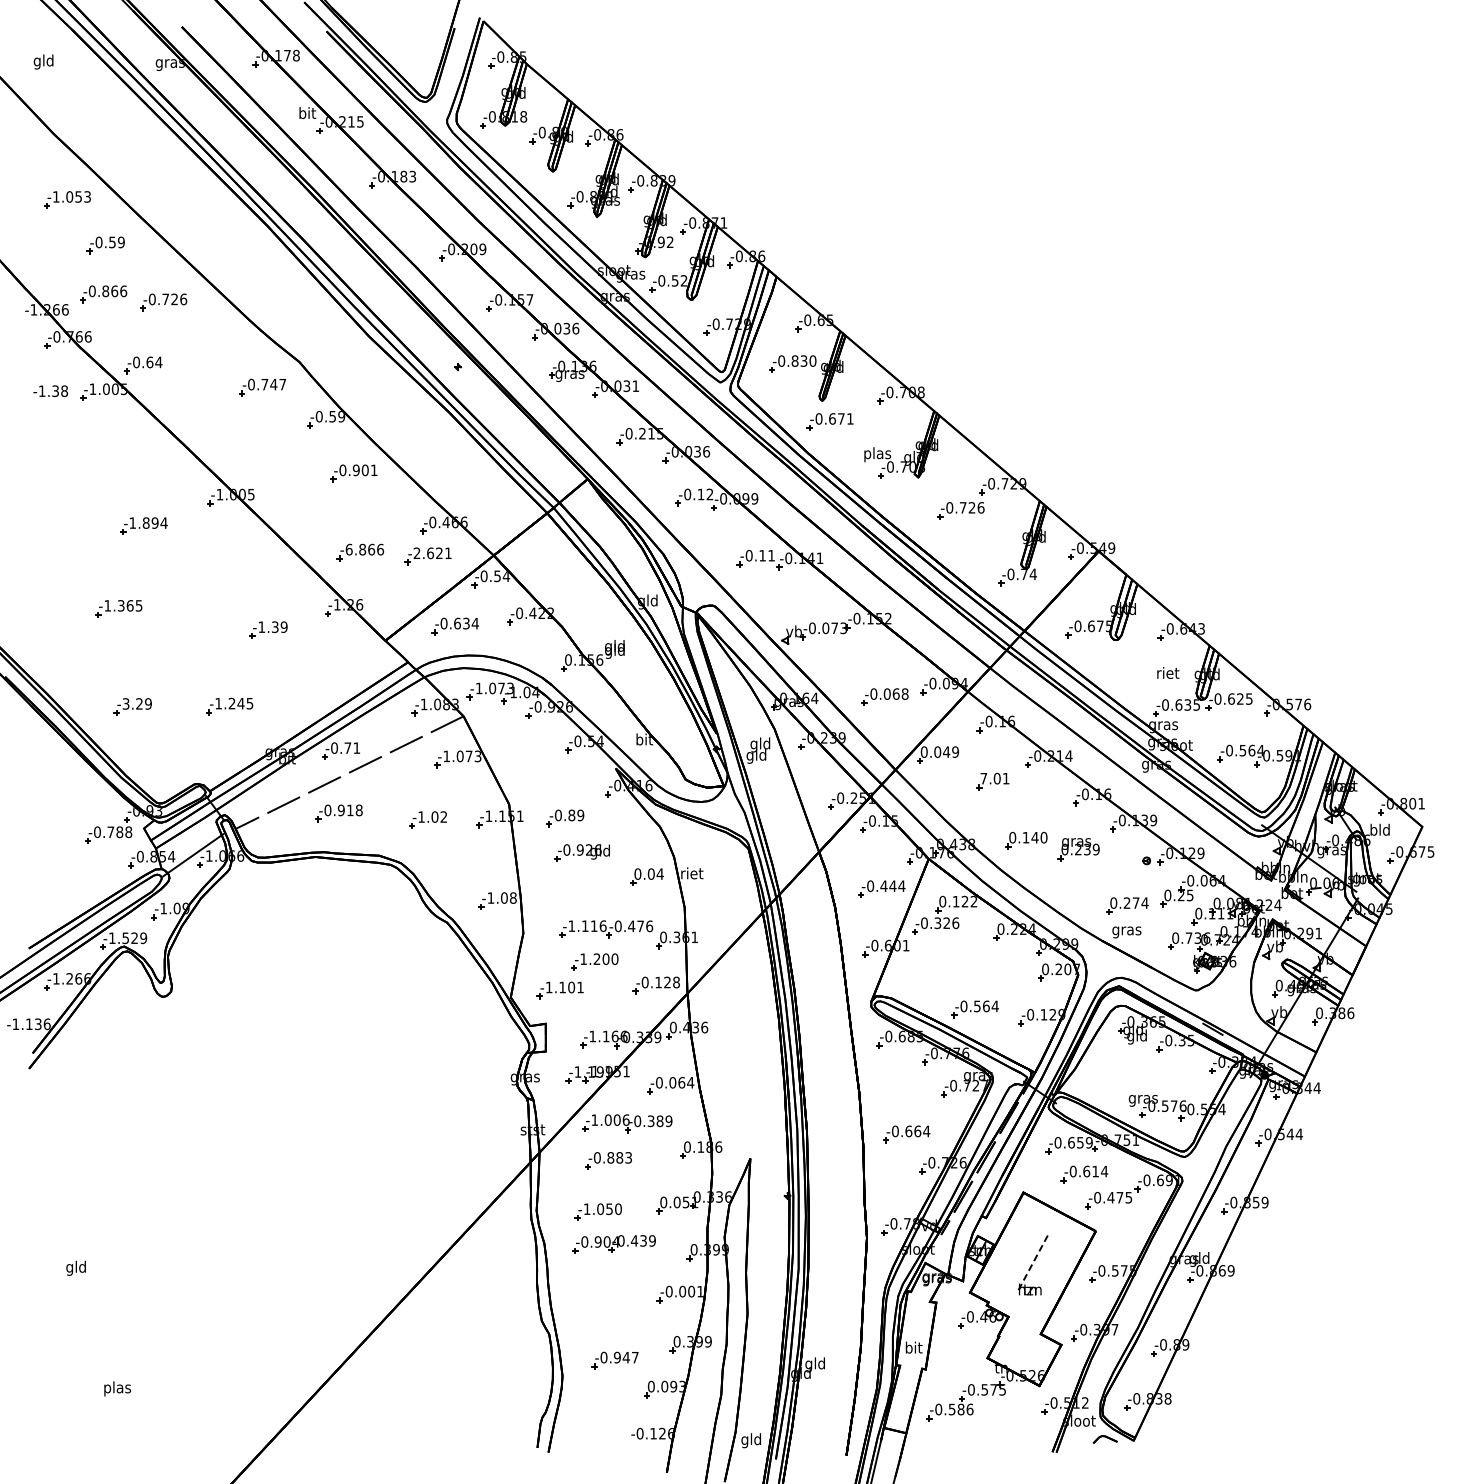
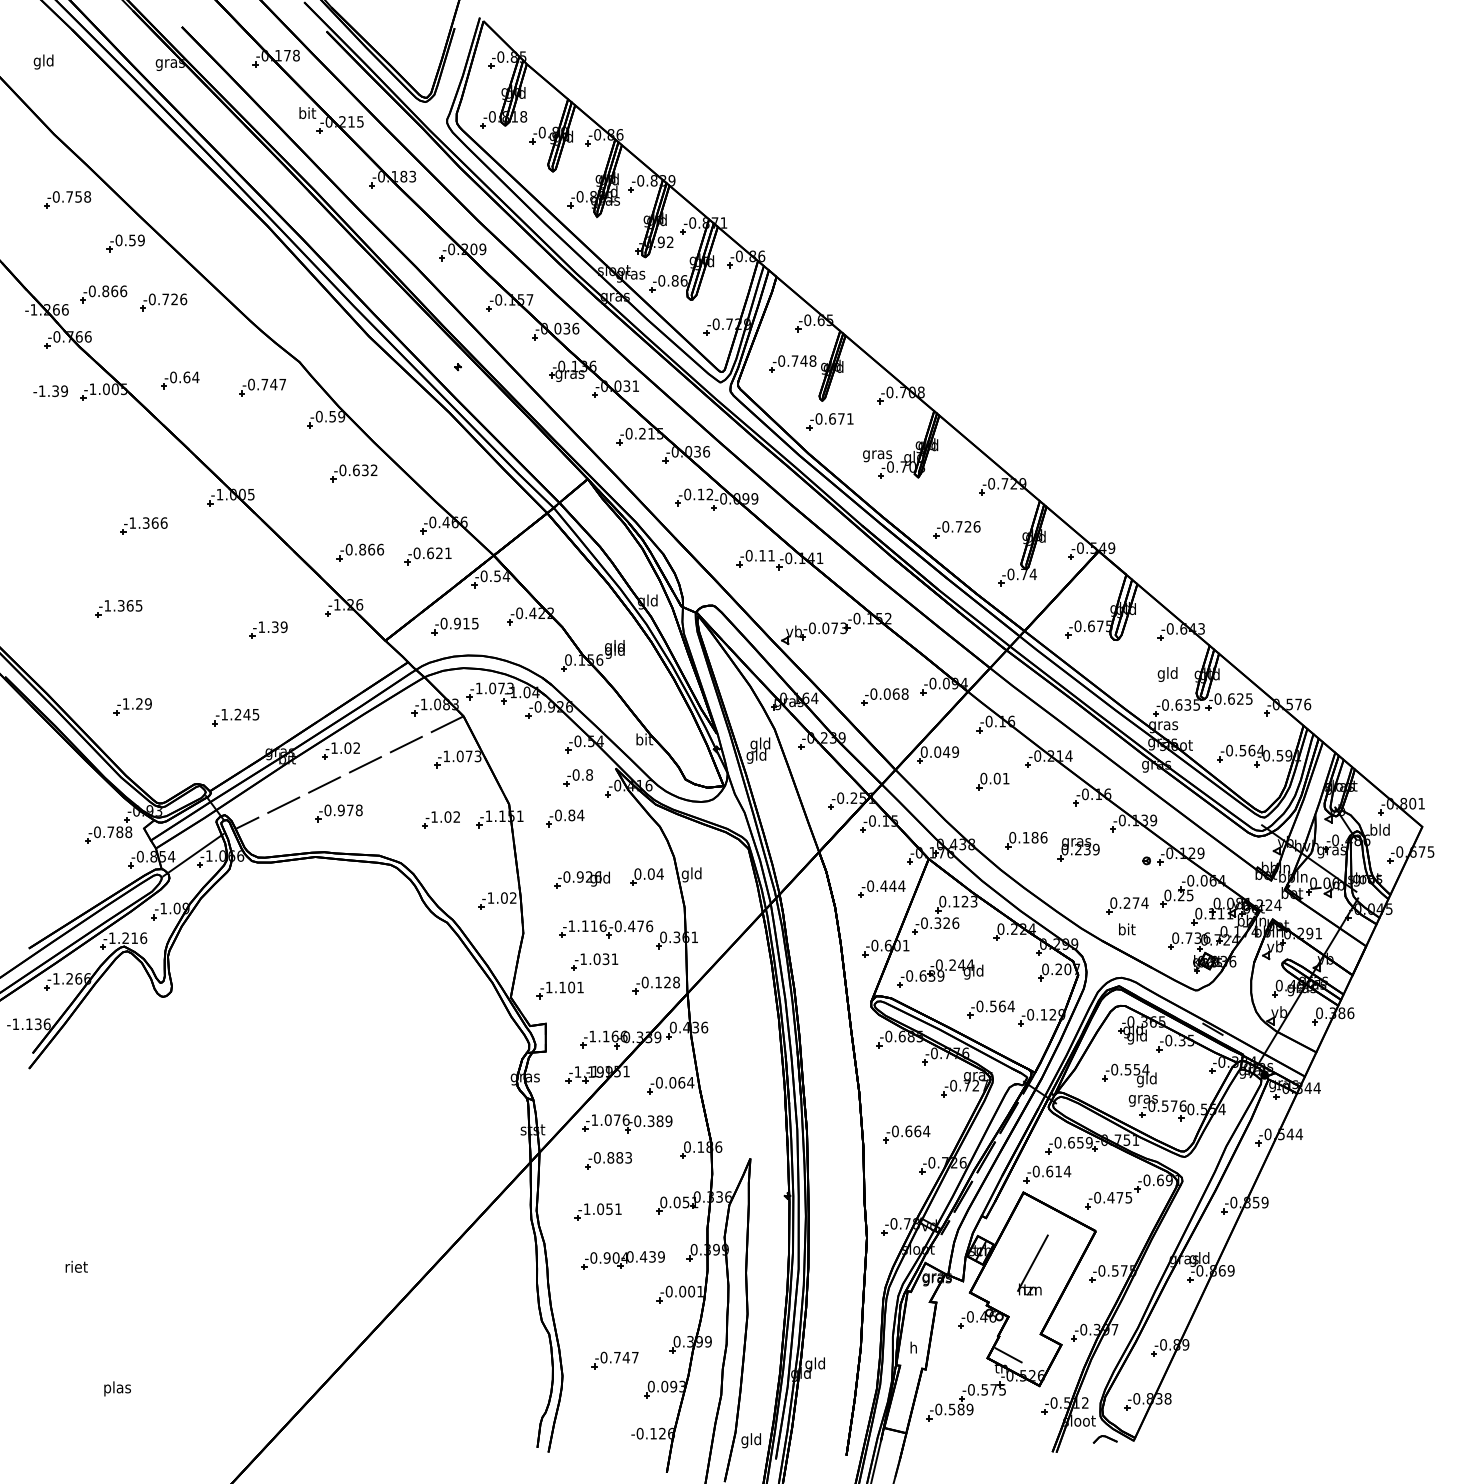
text at (71, 196): -1.053 -> -0.758
part at (105, 245) position: (105, 245) -> (125, 243)
text at (679, 280): -0.52 -> -0.86
text at (803, 360): -0.830 -> -0.748
part at (143, 365) position: (143, 365) -> (180, 380)
text at (64, 390): -1.38 -> -1.39
text at (877, 454): plas -> gras
text at (364, 470): -0.901 -> -0.632
part at (960, 510) position: (960, 510) -> (956, 529)
text at (154, 522): -1.894 -> -1.366
text at (349, 549): -6.866 -> -0.866
text at (416, 553): -2.621 -> -0.621
text at (466, 623): -0.634 -> -0.915
text at (1168, 674): riet -> gld
text at (125, 703): -3.29 -> -1.29
part at (229, 706) position: (229, 706) -> (235, 717)
text at (345, 747): -0.71 -> -1.02
part at (577, 777): none -> present
text at (983, 778): 7.01 -> 0.01
text at (350, 810): -0.918 -> -0.978
text at (580, 815): -0.89 -> -0.84
part at (427, 819) position: (427, 819) -> (440, 819)
text at (1039, 837): 0.140 -> 0.186
part at (581, 852) position: (581, 852) -> (581, 879)
text at (692, 874): riet -> gld
text at (512, 897): -1.08 -> -1.02
text at (973, 901): 0.122 -> 0.123
text at (1126, 930): gras -> bit
text at (134, 938): -1.529 -> -1.216
text at (605, 959): -1.200 -> -1.031
part at (940, 973): none -> present
part at (974, 1009) position: (974, 1009) -> (990, 1009)
part at (1129, 1075): none -> present
text at (616, 1119): -1.006 -> -1.076
part at (1084, 1174) position: (1084, 1174) -> (1047, 1174)
text at (618, 1209): -1.050 -> -1.051
part at (613, 1244) position: (613, 1244) -> (622, 1260)
line at (1032, 1263): dashed -> solid
text at (76, 1267): gld -> riet
text at (913, 1347): bit -> h
line at (1008, 1355): none -> present
text at (616, 1357): -0.947 -> -0.747
text at (969, 1409): -0.586 -> -0.589
